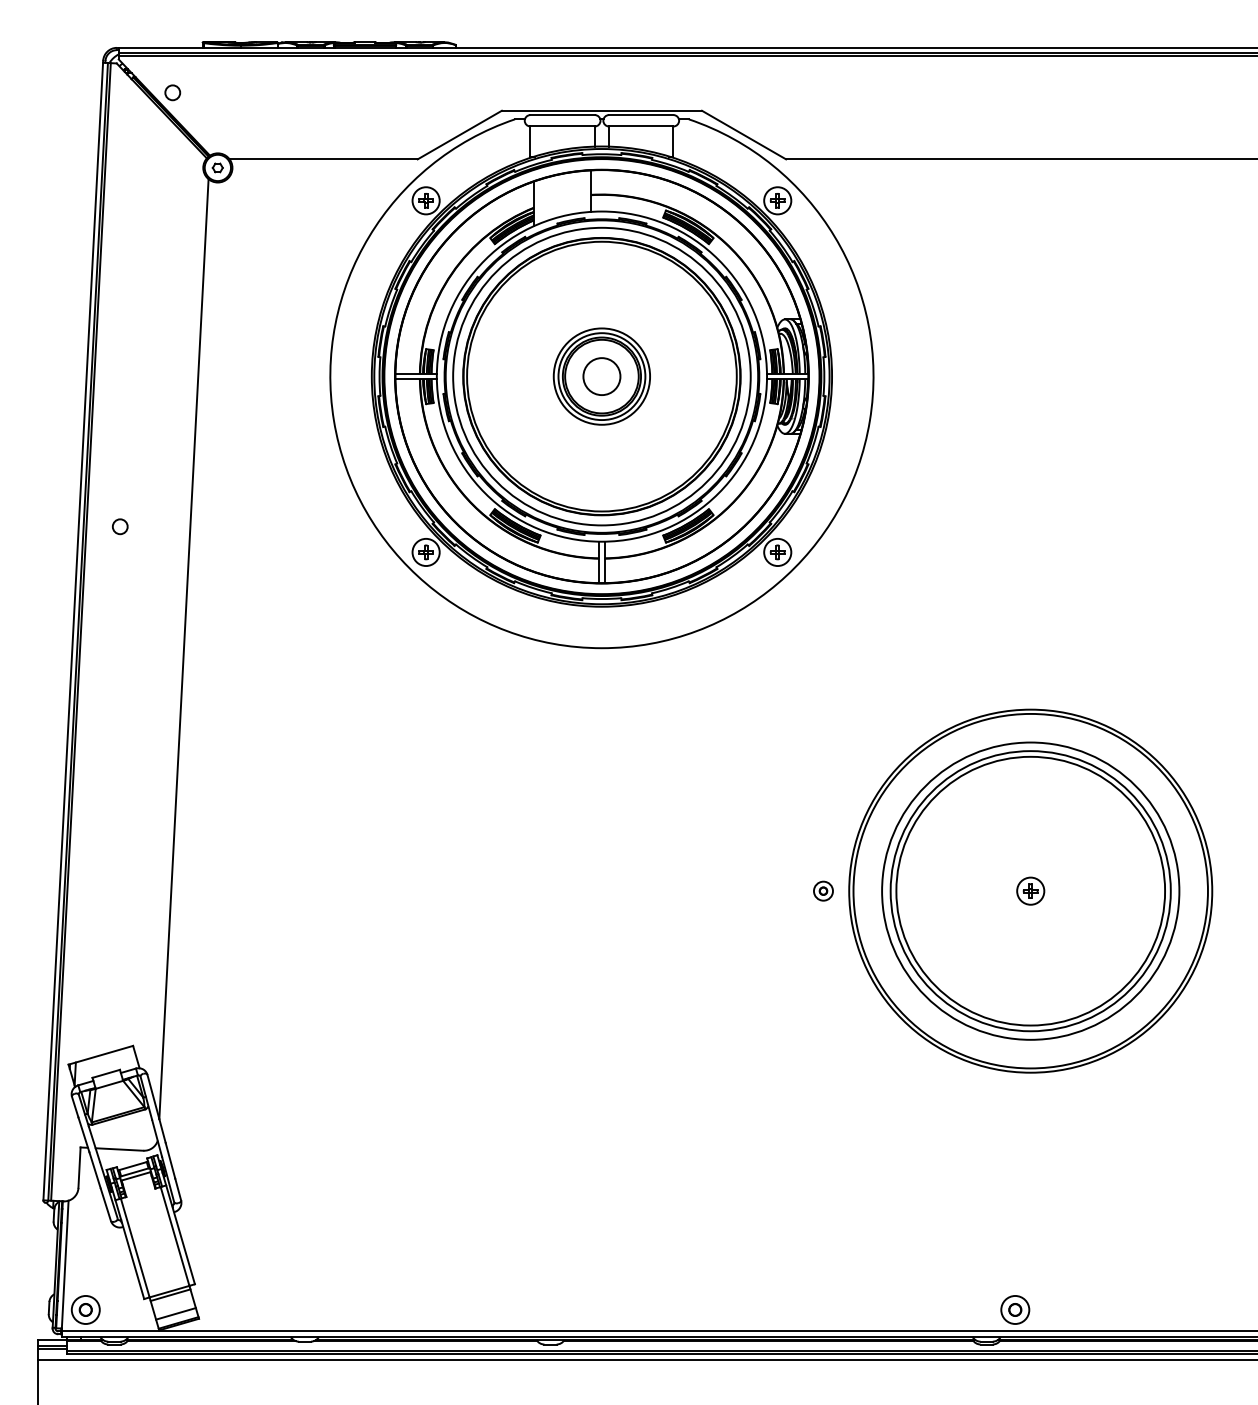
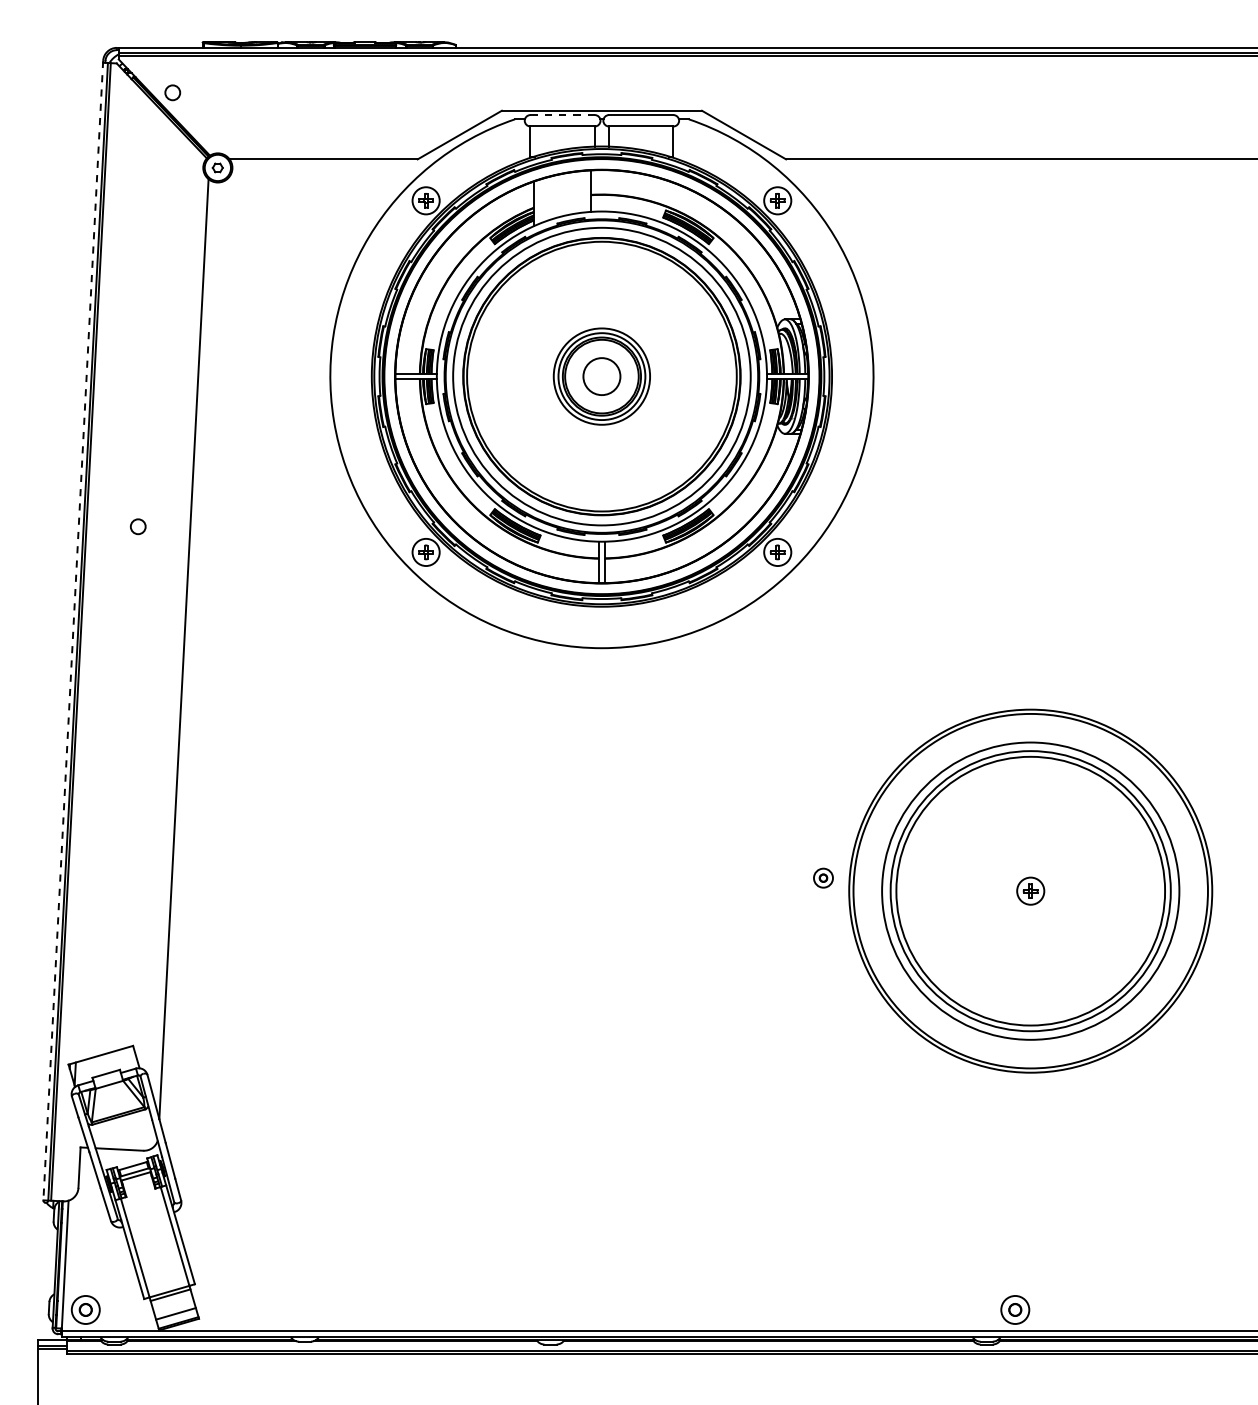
line at (563, 115): solid -> dashed
circle at (120, 526) position: (120, 526) -> (138, 526)
line at (73, 630): solid -> dashed
part at (823, 890) position: (823, 890) -> (823, 877)
line at (645, 1360): present -> none
